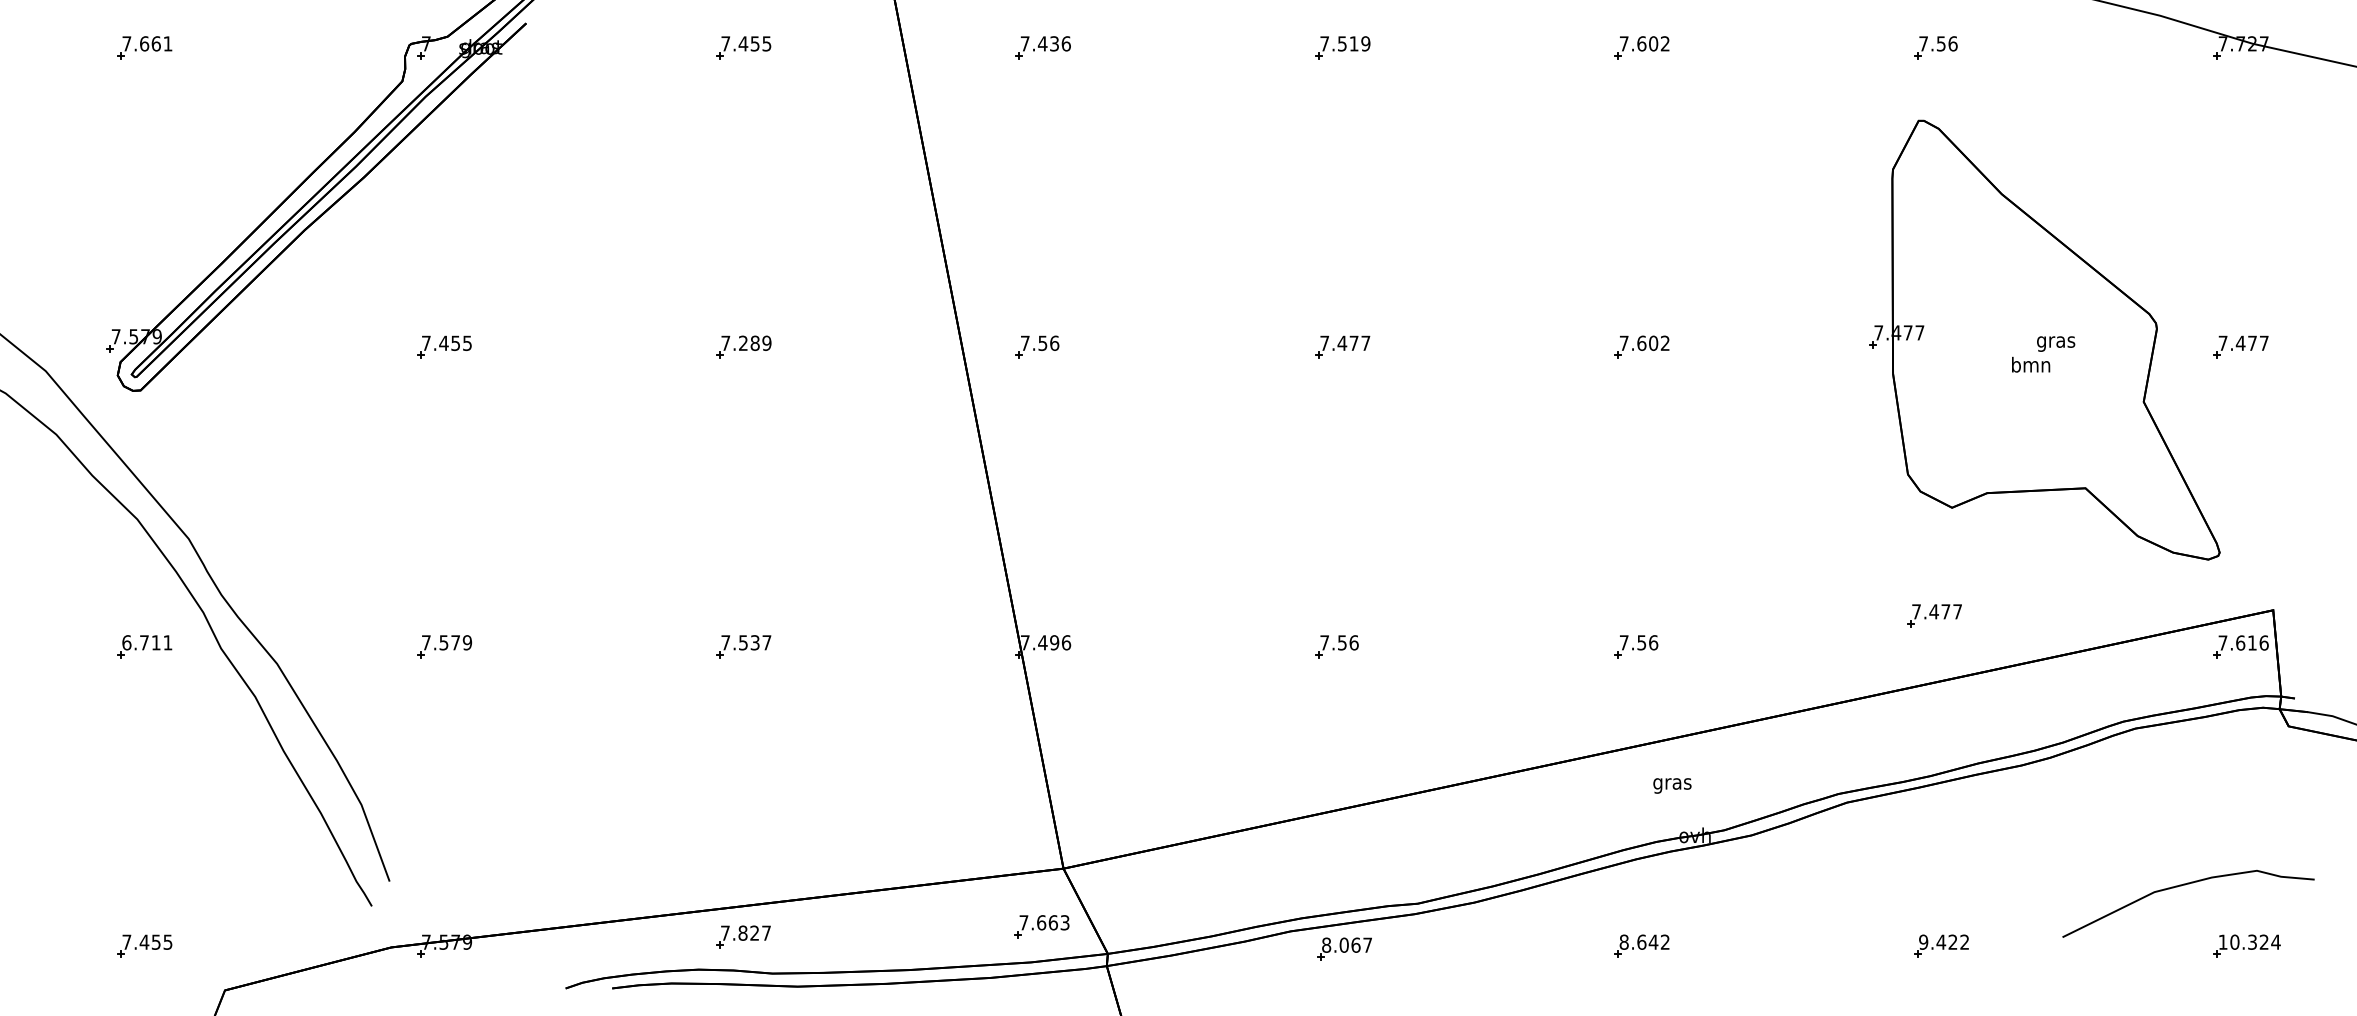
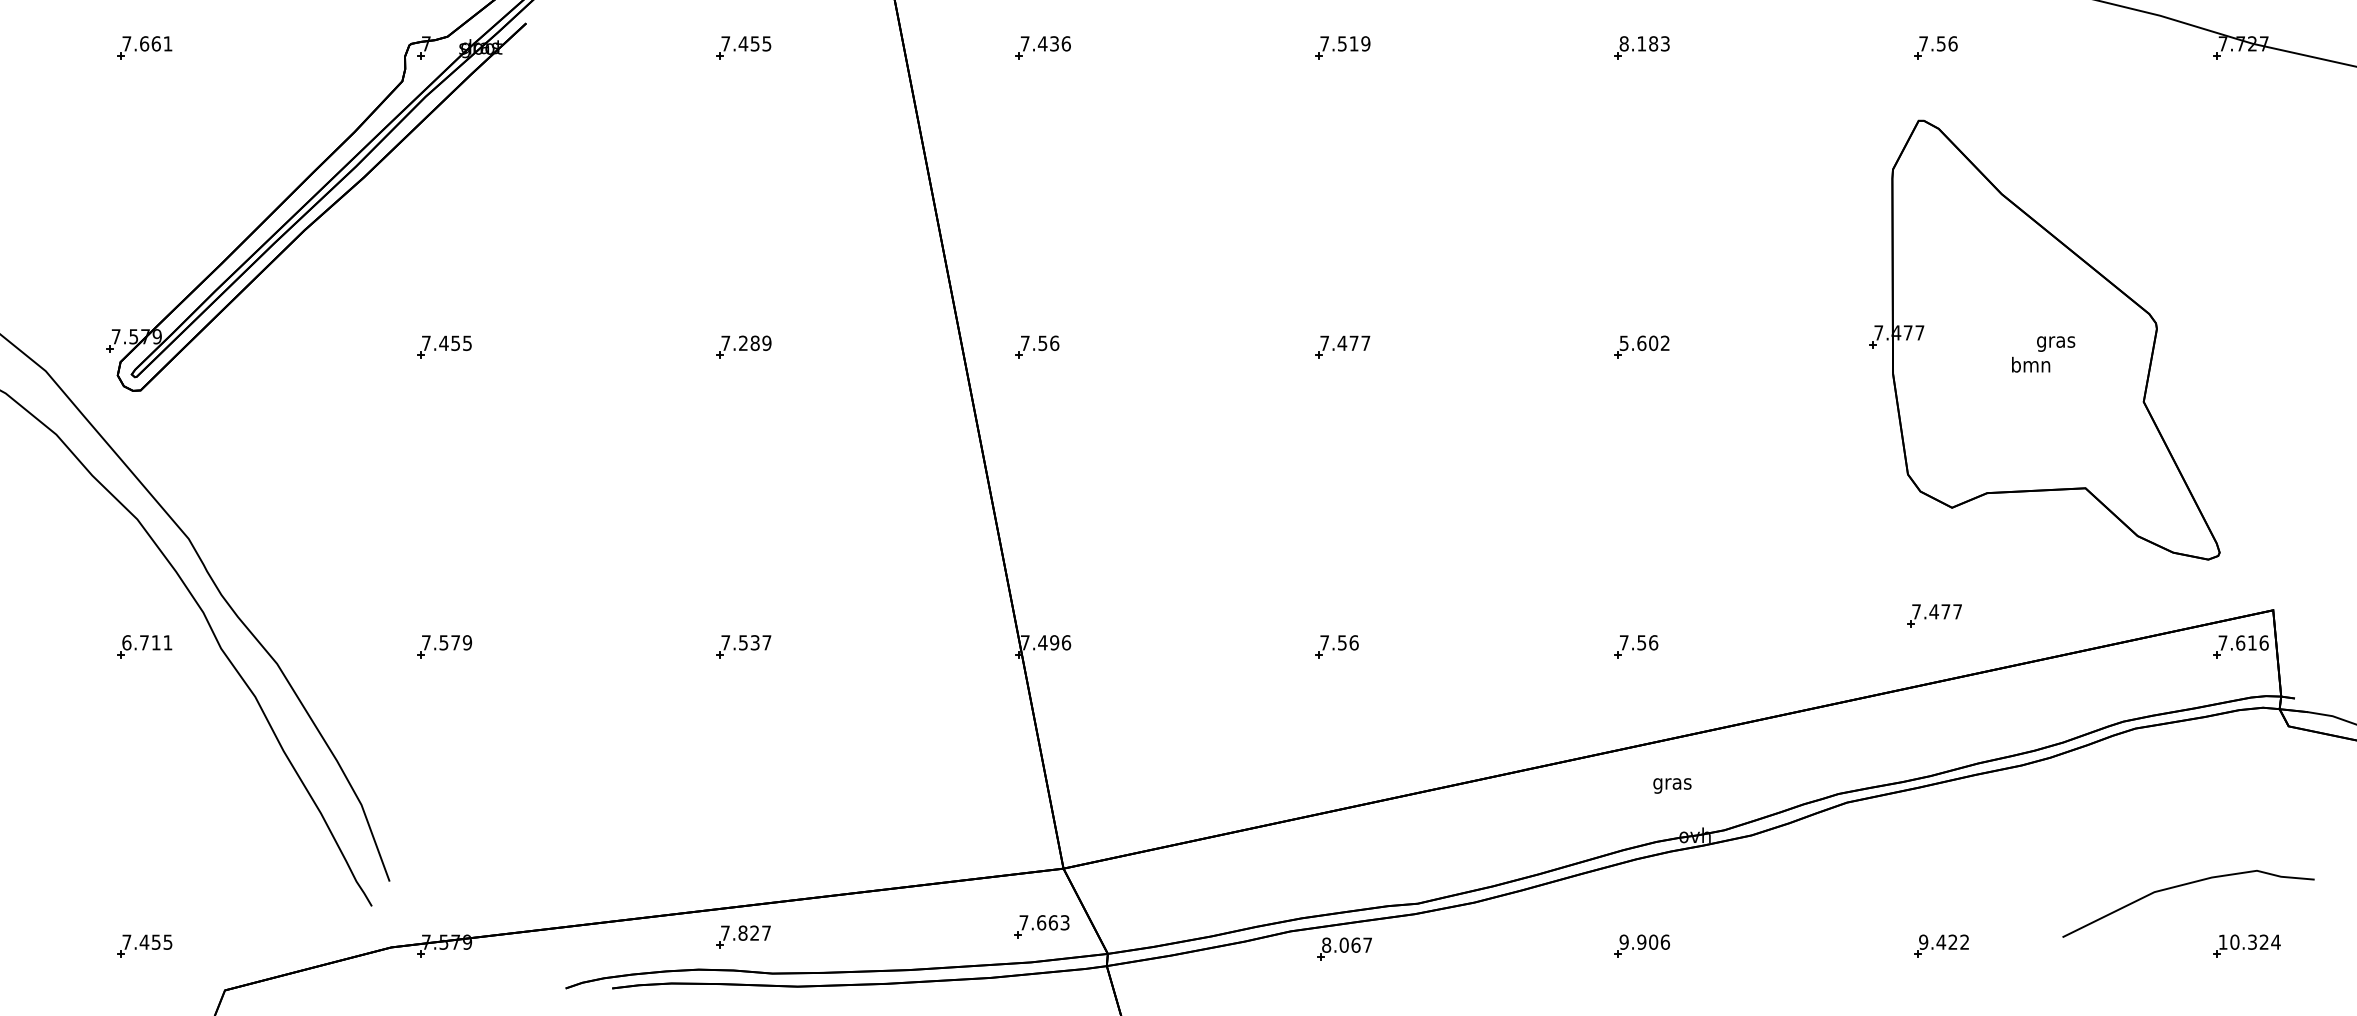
text at (1644, 43): 7.602 -> 8.183
text at (1623, 343): 7.602 -> 5.602
part at (2240, 346): present -> none
text at (1644, 941): 8.642 -> 9.906
